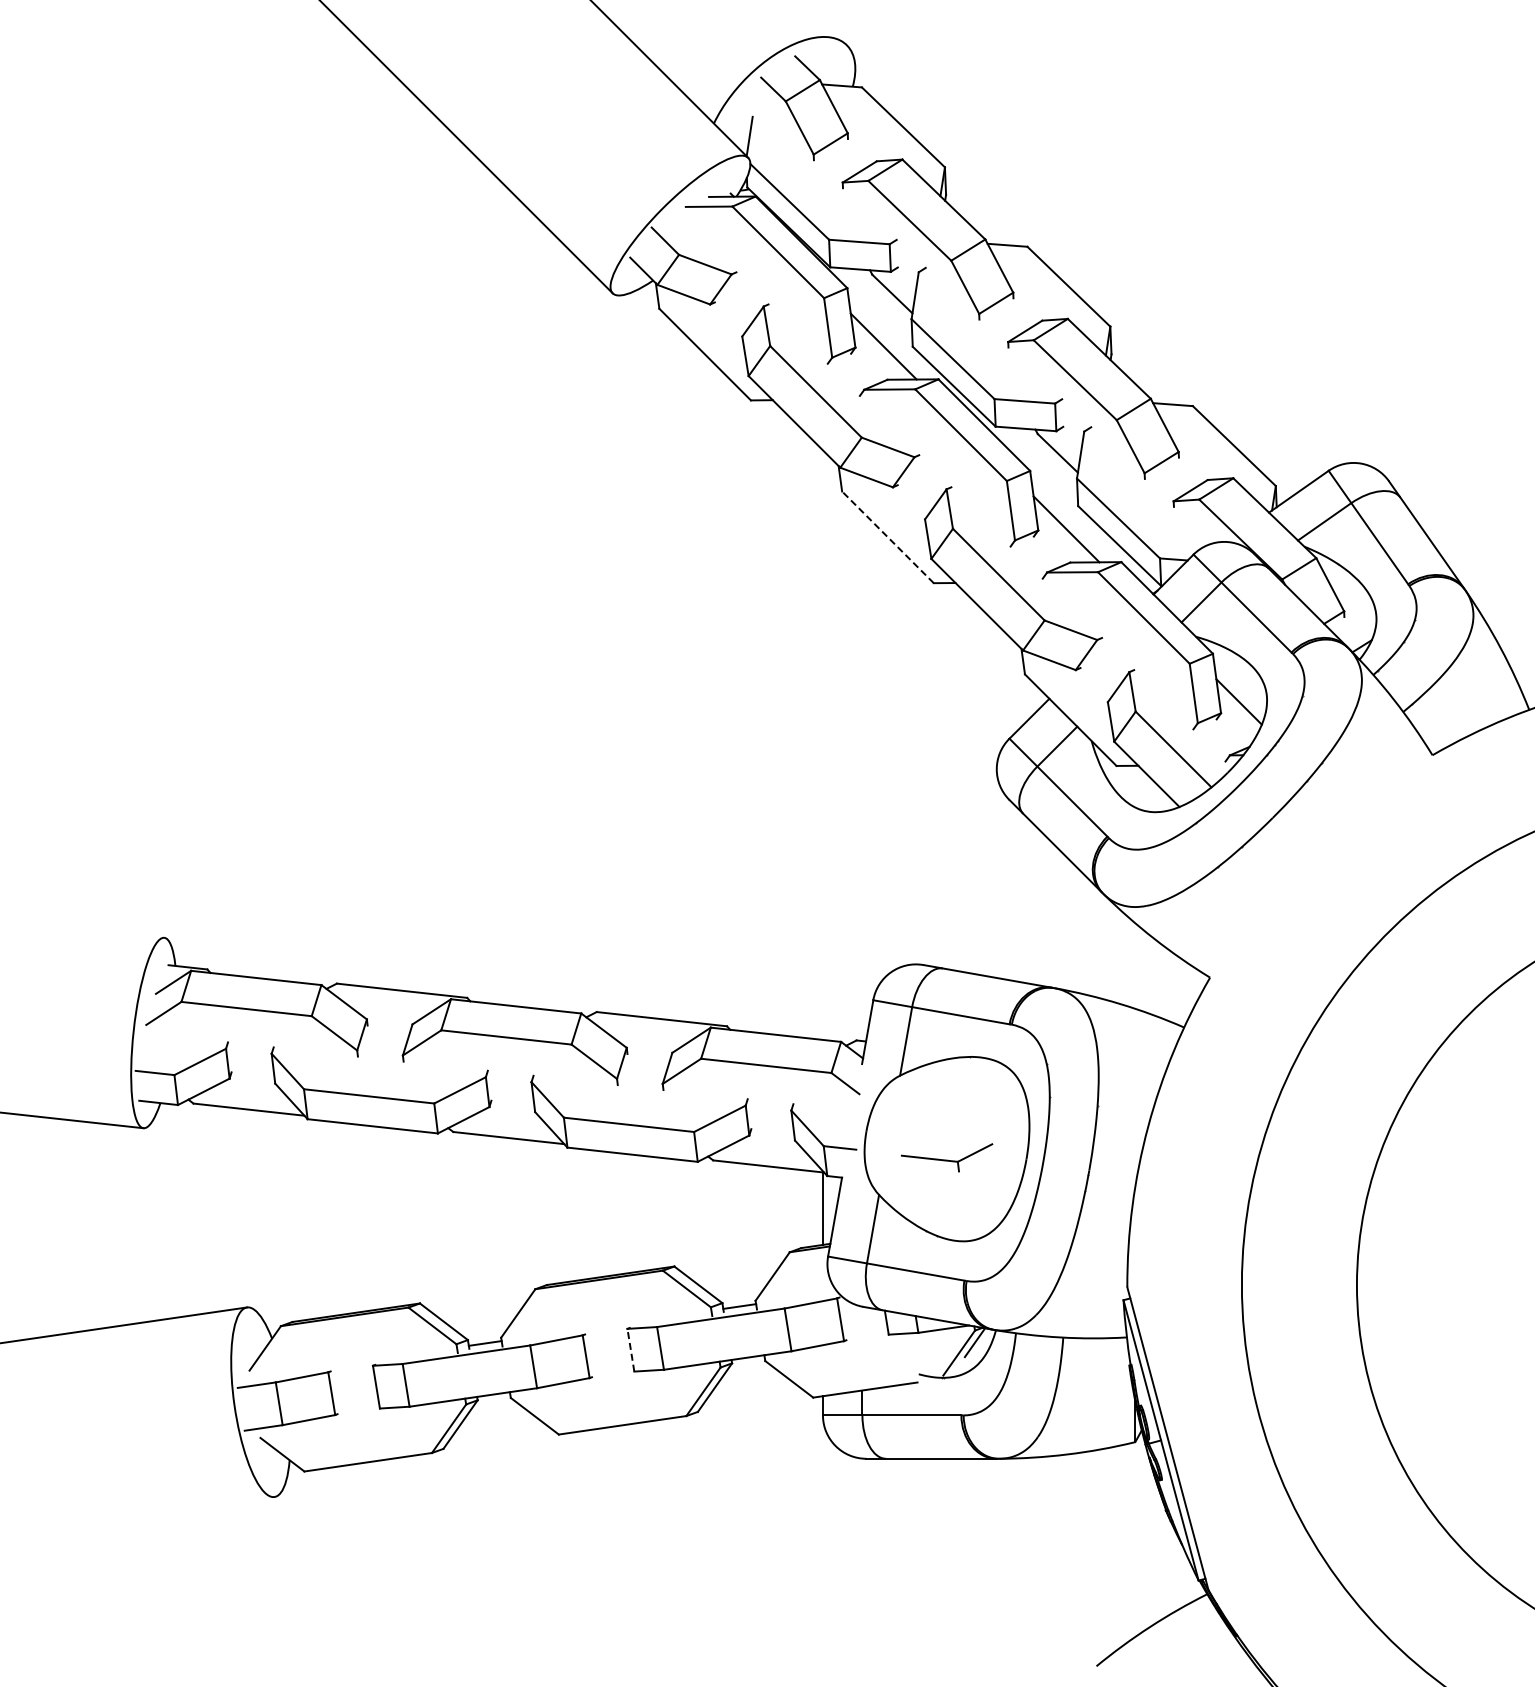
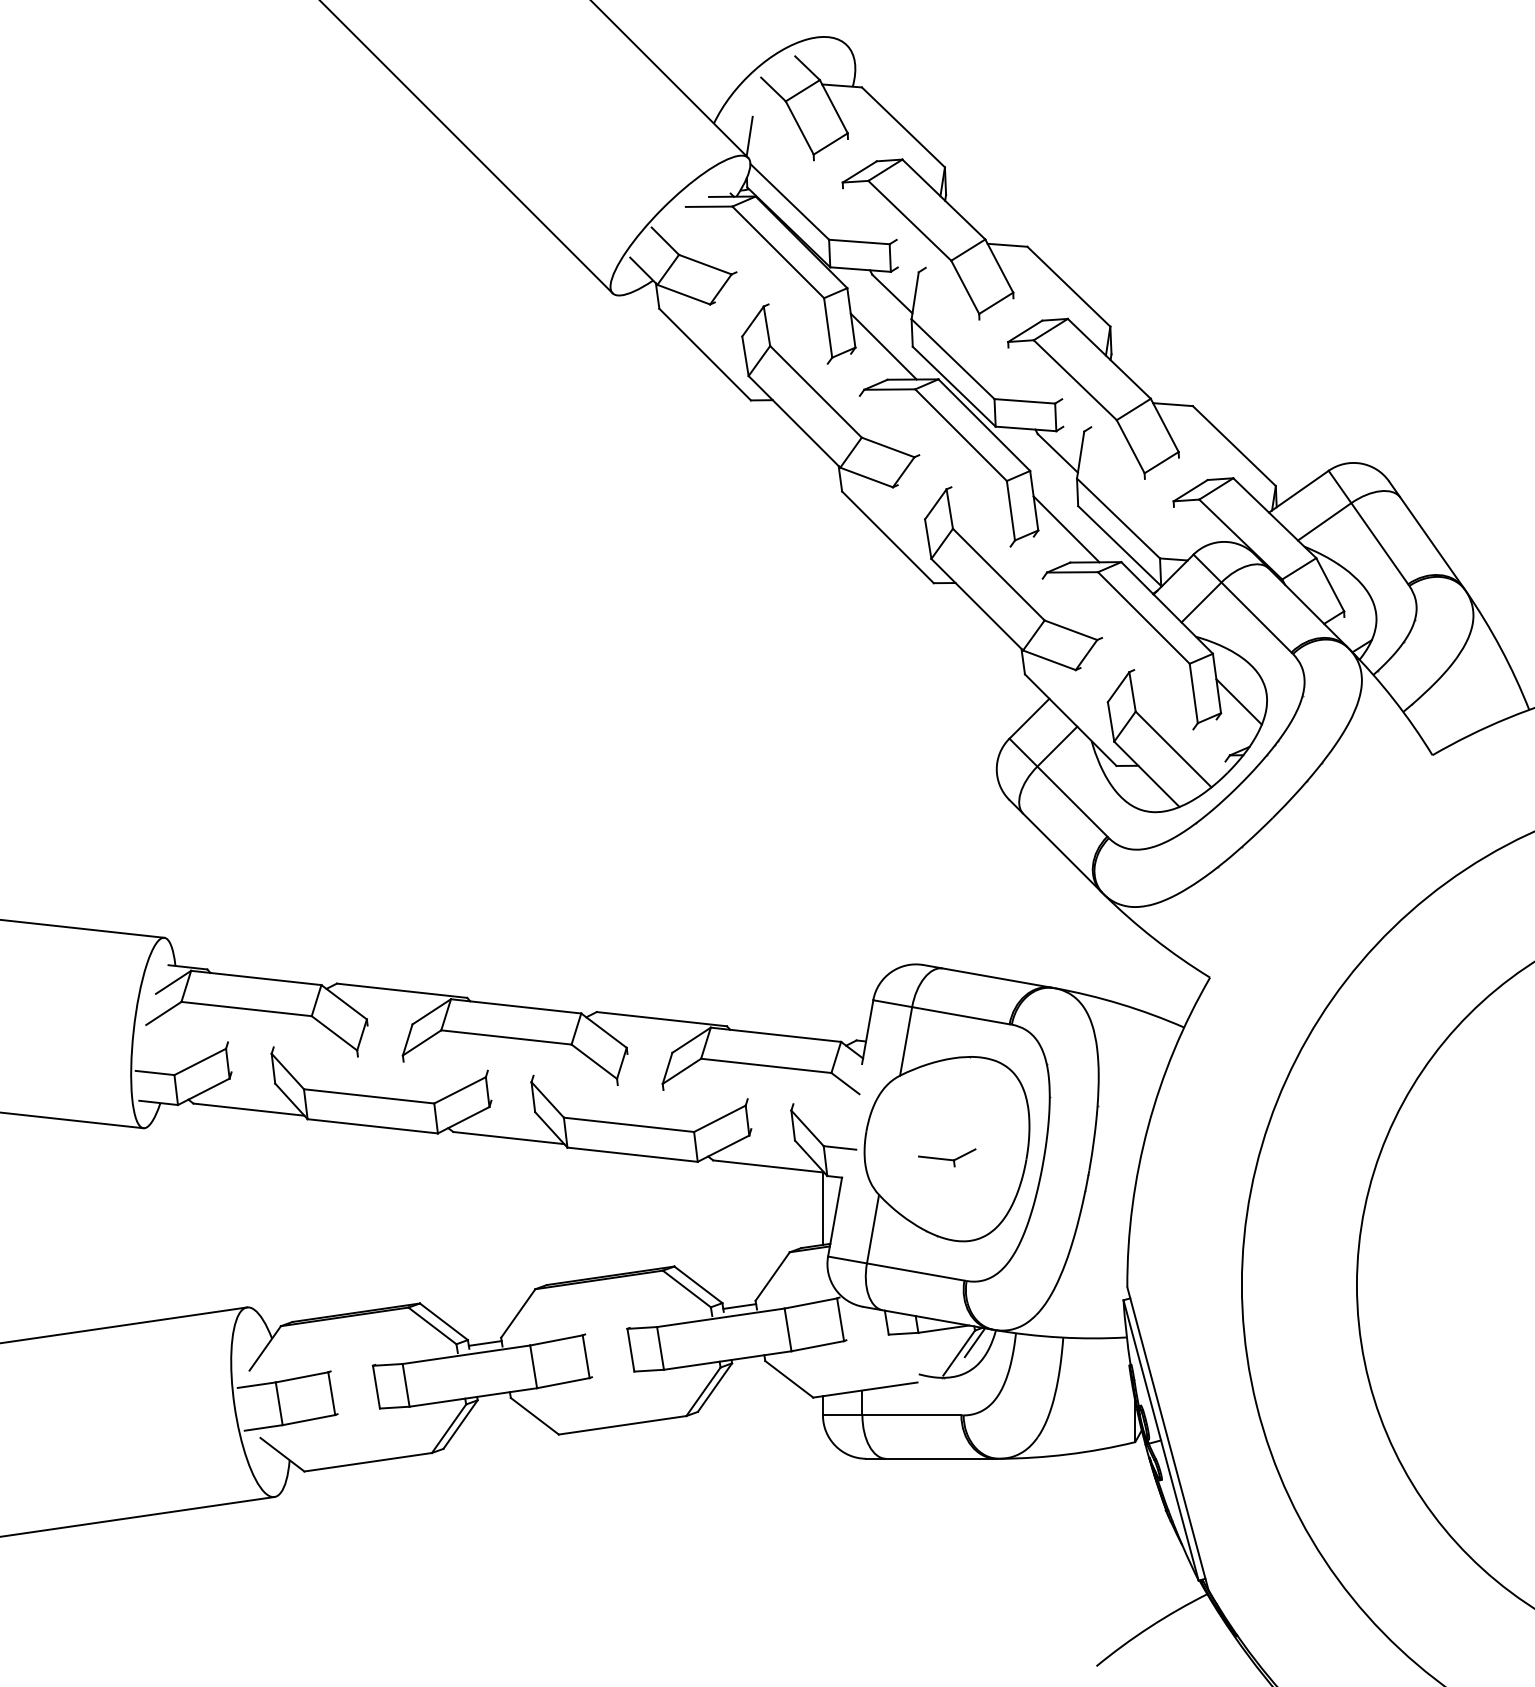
line at (887, 537): dashed -> solid
line at (83, 928): none -> present
part at (947, 1157) size: 93x30 px -> 59x20 px
line at (630, 1350): dashed -> solid
line at (138, 1516): none -> present
